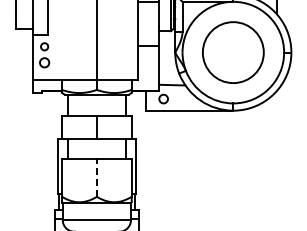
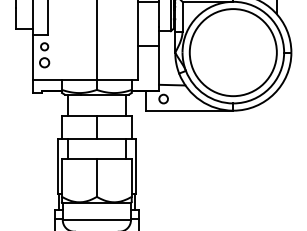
circle at (232, 52) diameter: 61 px -> 87 px
line at (96, 178): dashed -> solid
